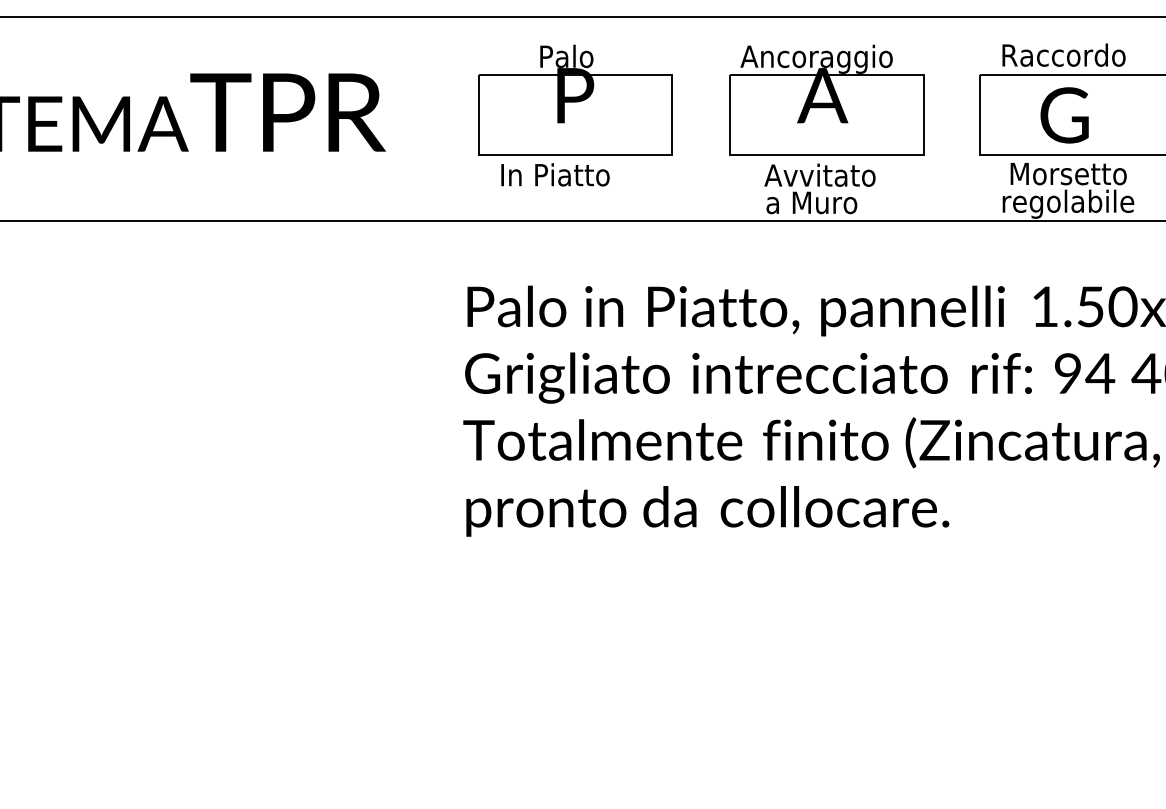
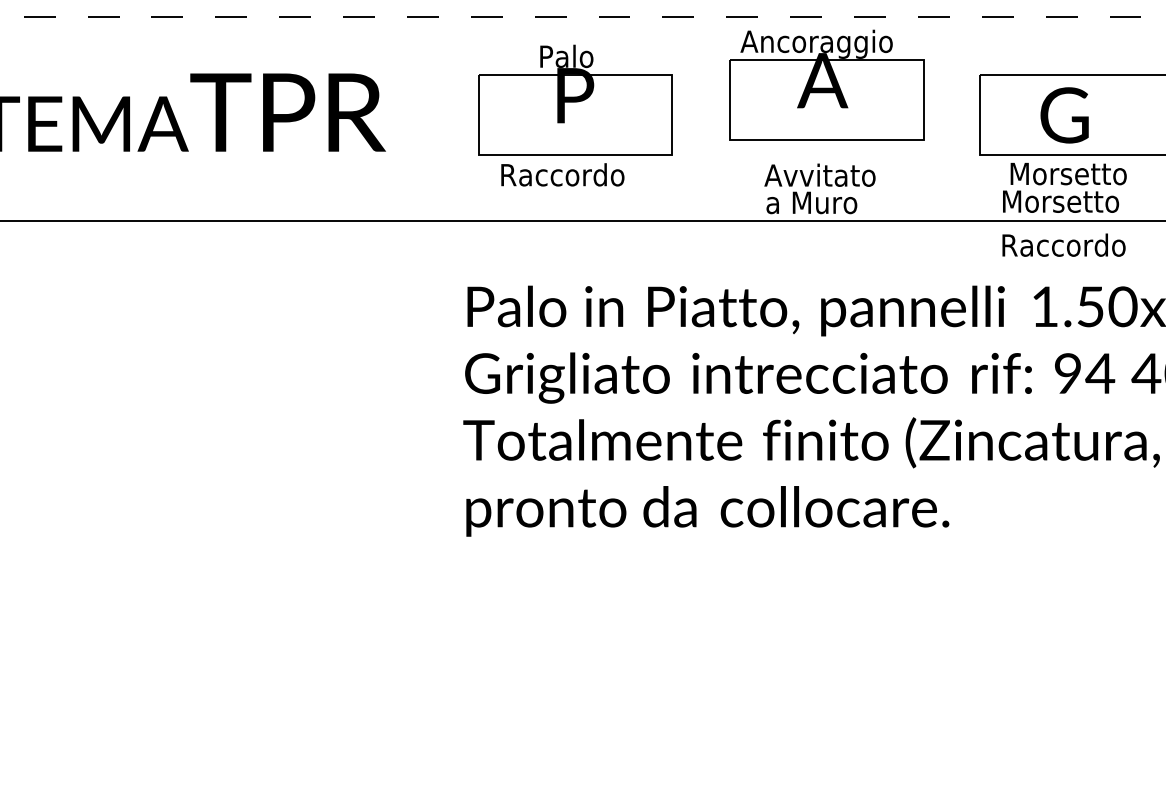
line at (582, 17): solid -> dashed
text at (1063, 54) position: (1063, 54) -> (1063, 244)
part at (826, 99) position: (826, 99) -> (826, 84)
text at (564, 174): In Piatto -> Raccordo
text at (1068, 203): regolabile -> Morsetto
